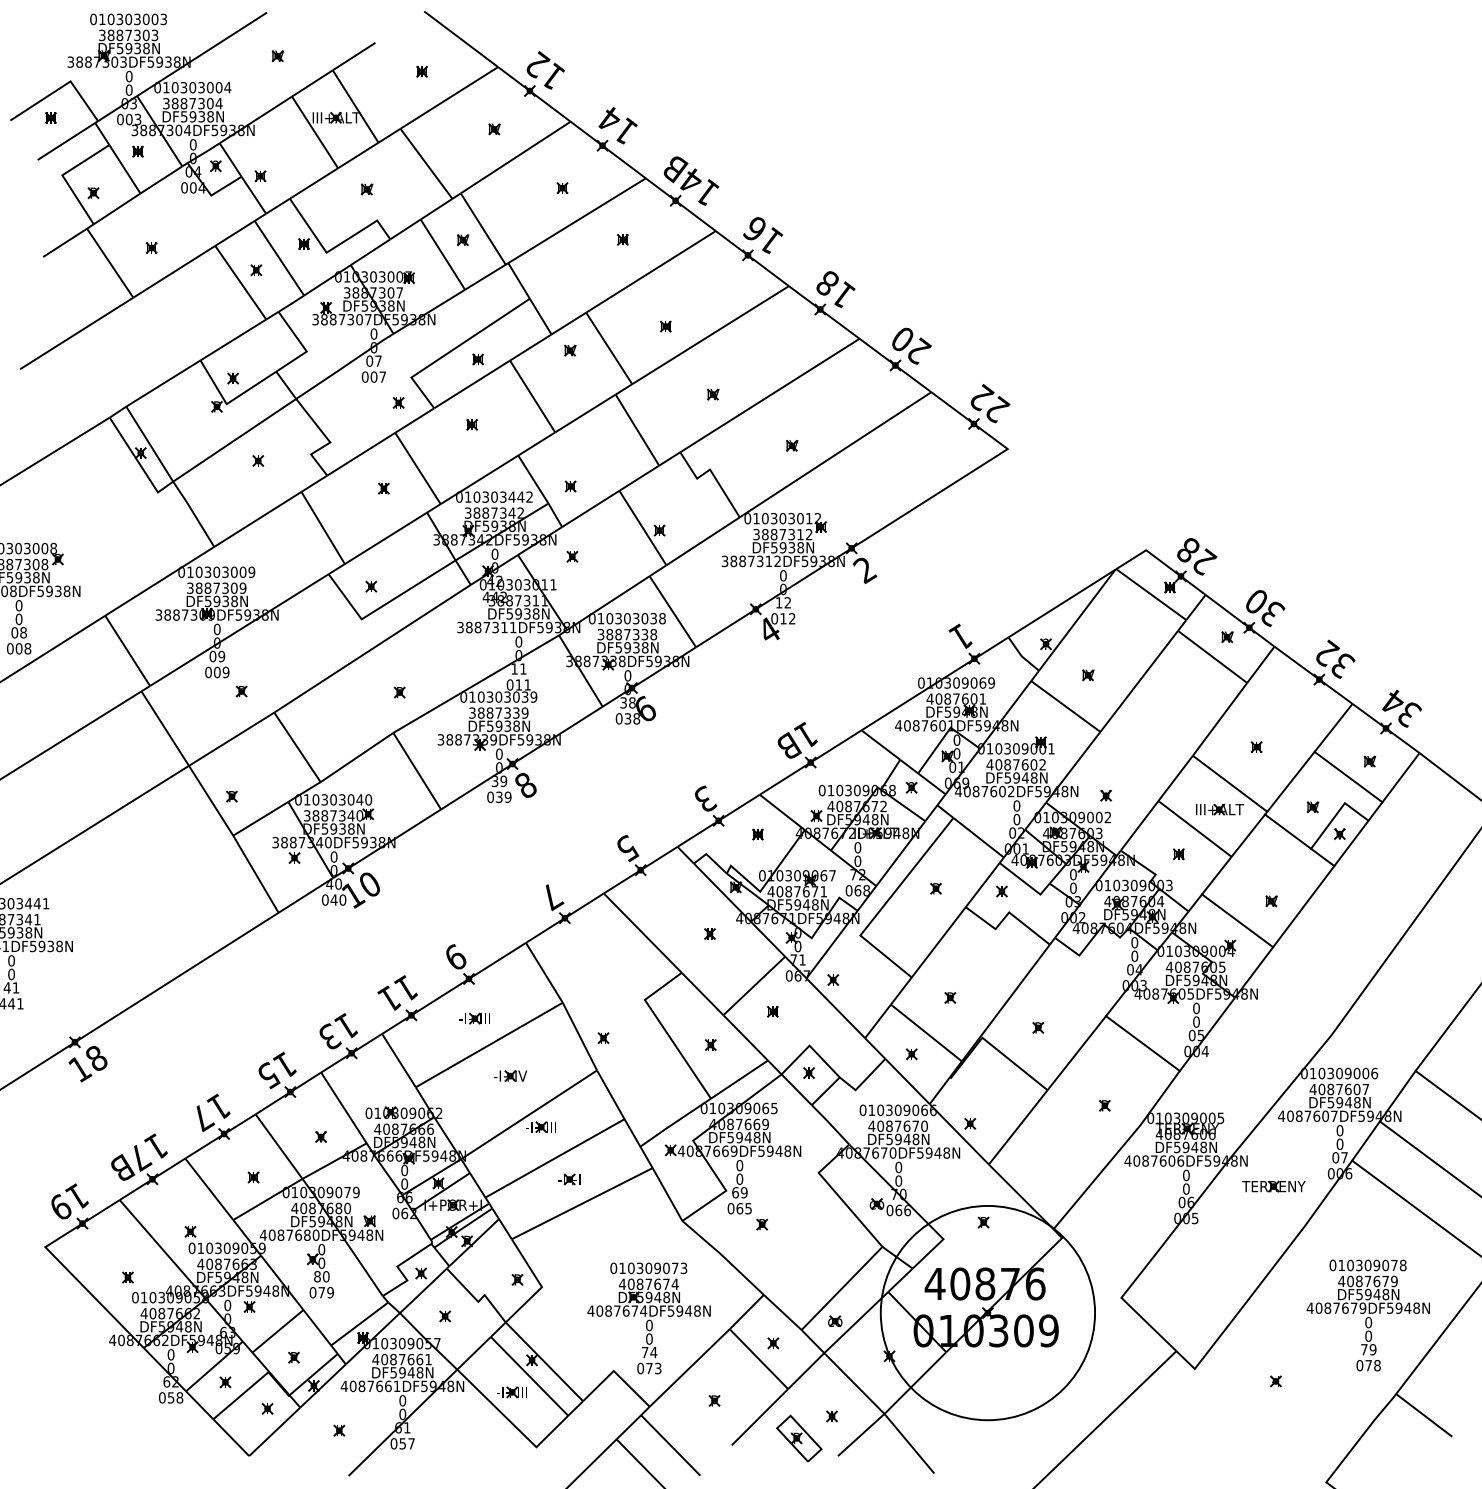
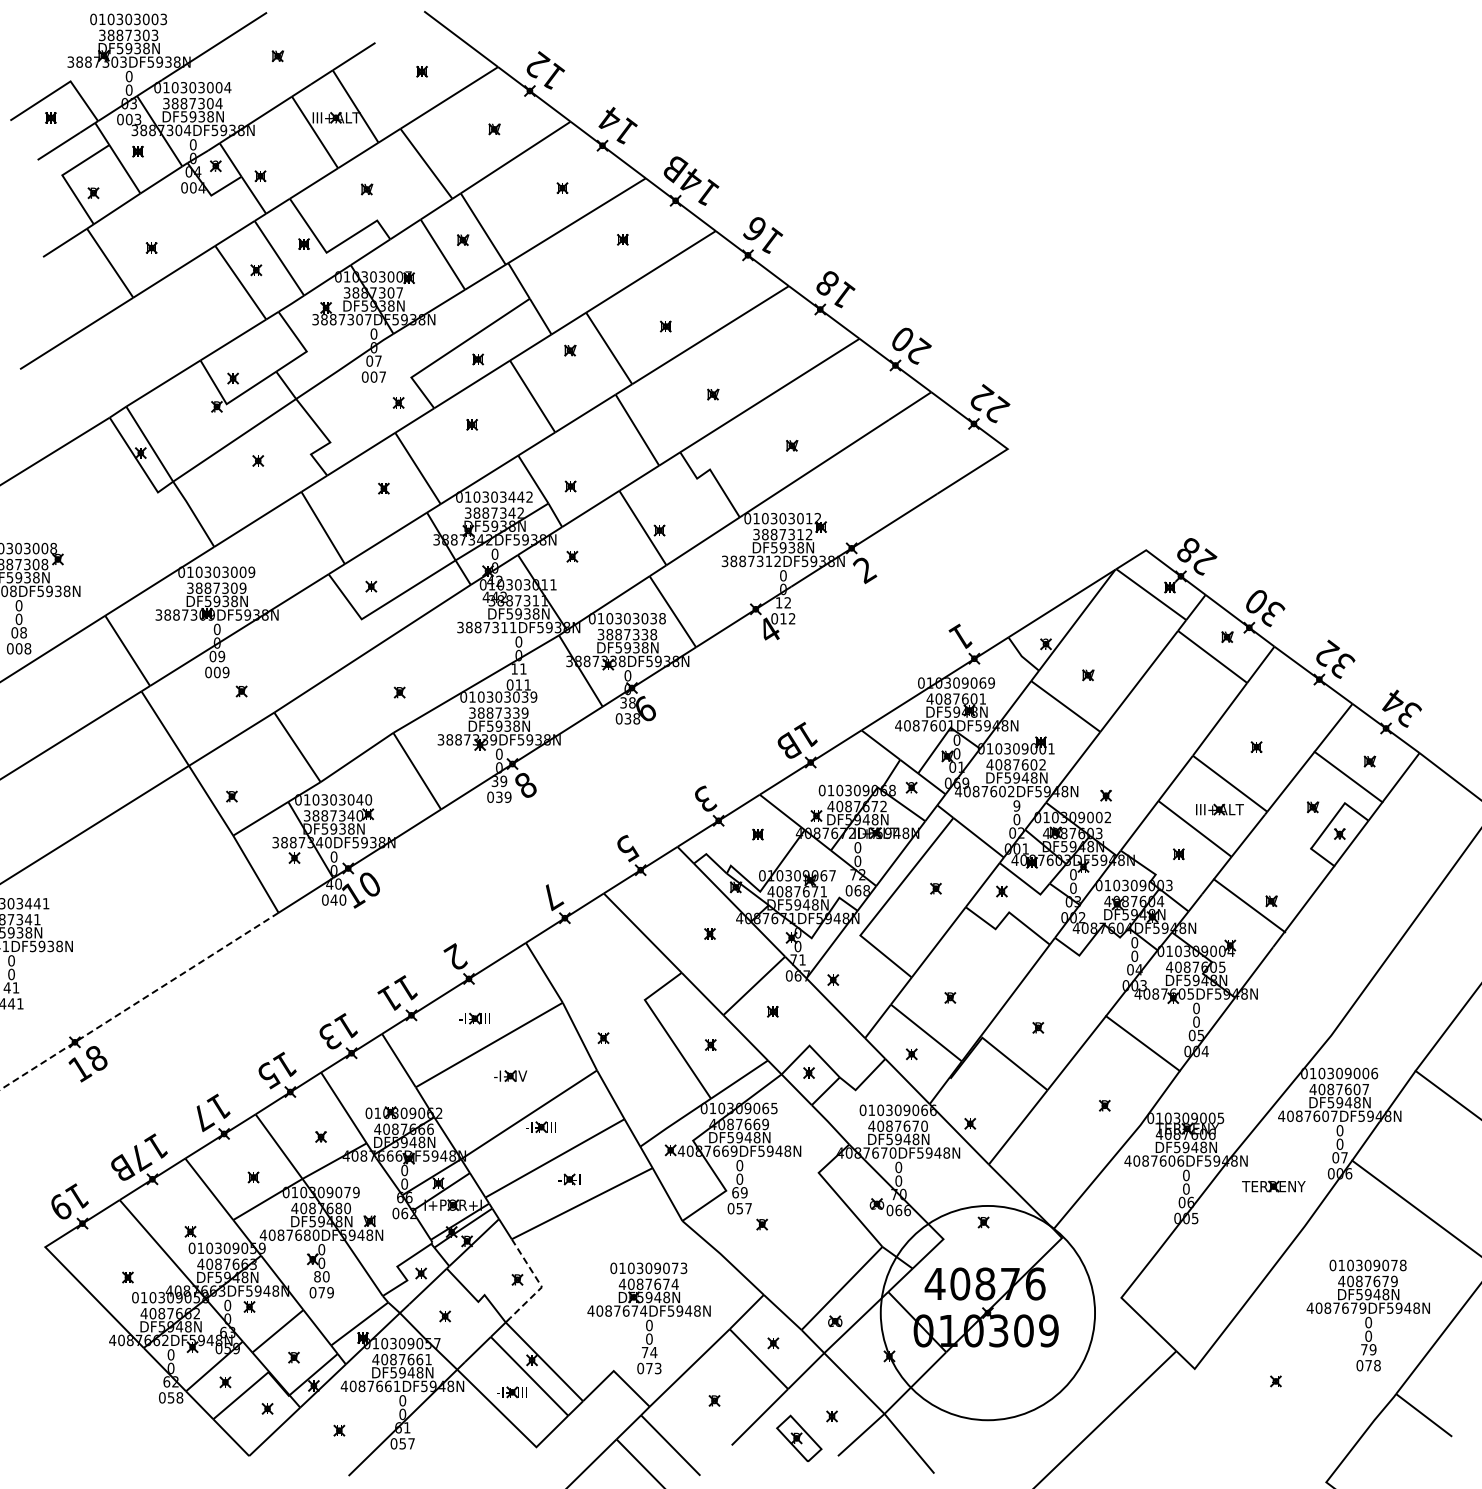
text at (1016, 805): 0 -> 9
line at (1288, 831): present -> none
line at (1237, 920) position: (1237, 920) -> (1249, 905)
text at (455, 956): 9 -> 2
line at (139, 1001): solid -> dashed
line at (1428, 1157): present -> none
text at (743, 1208): 065 -> 057
line at (539, 1282): solid -> dashed
